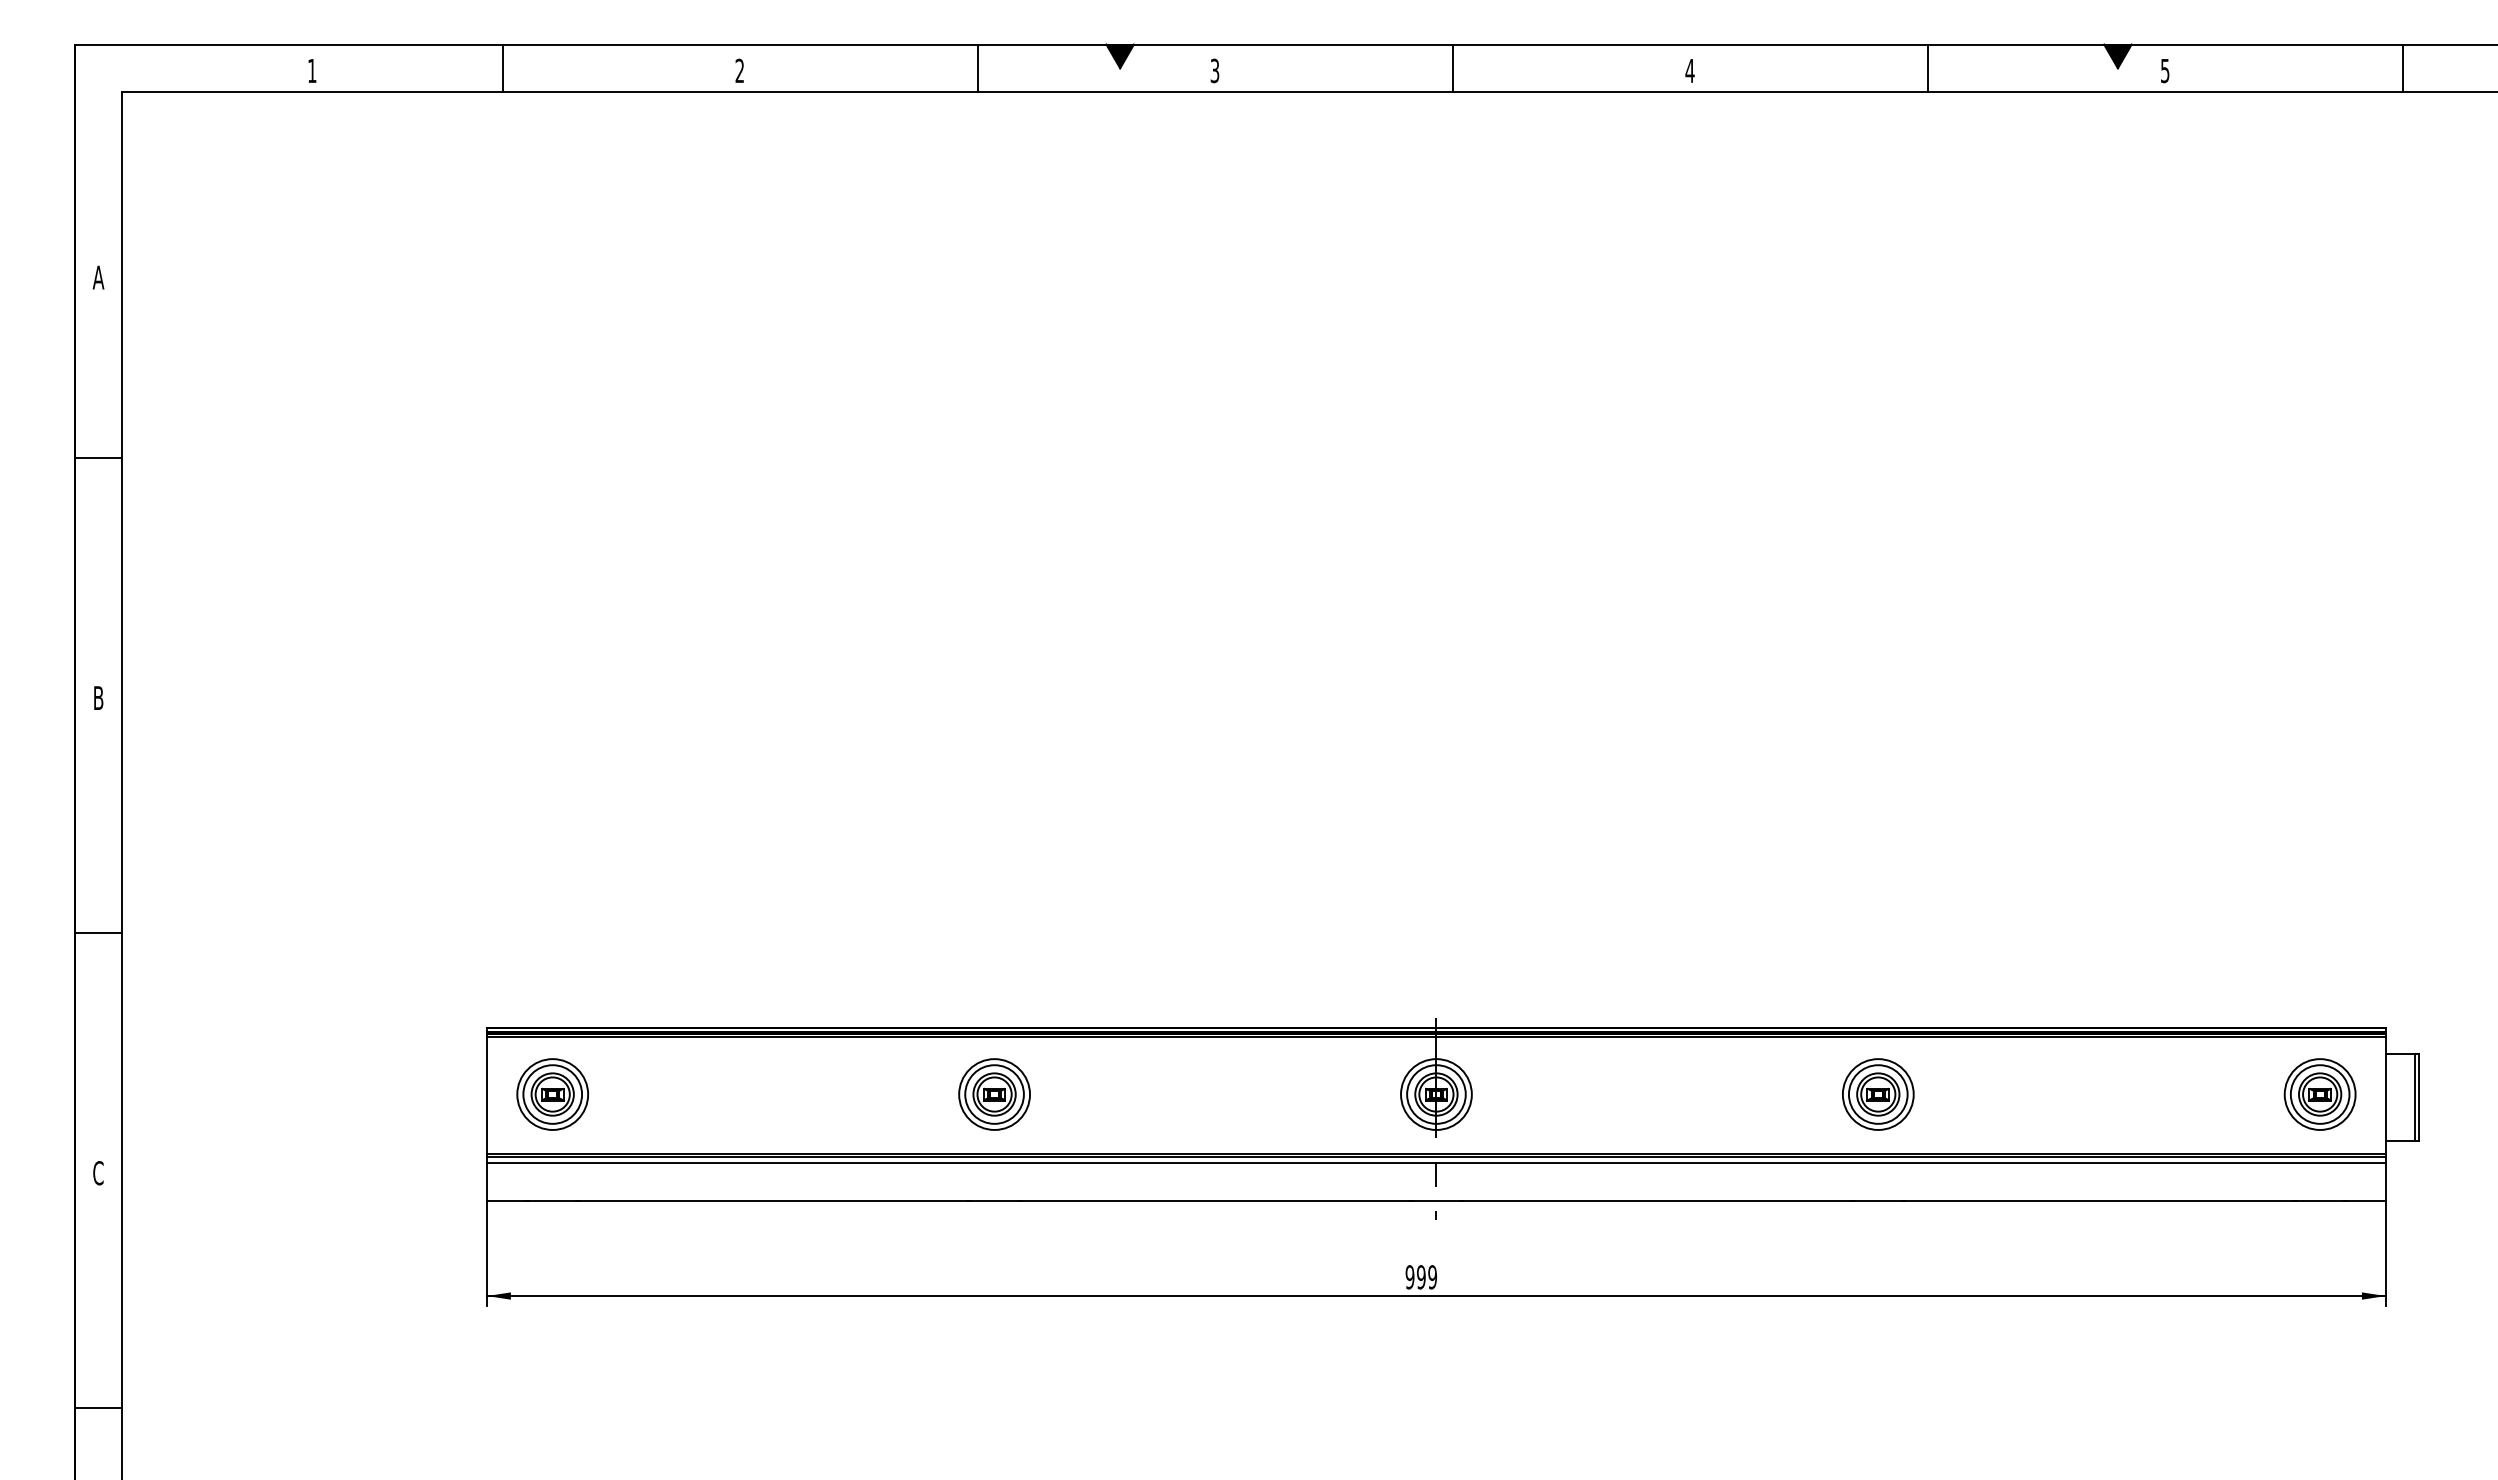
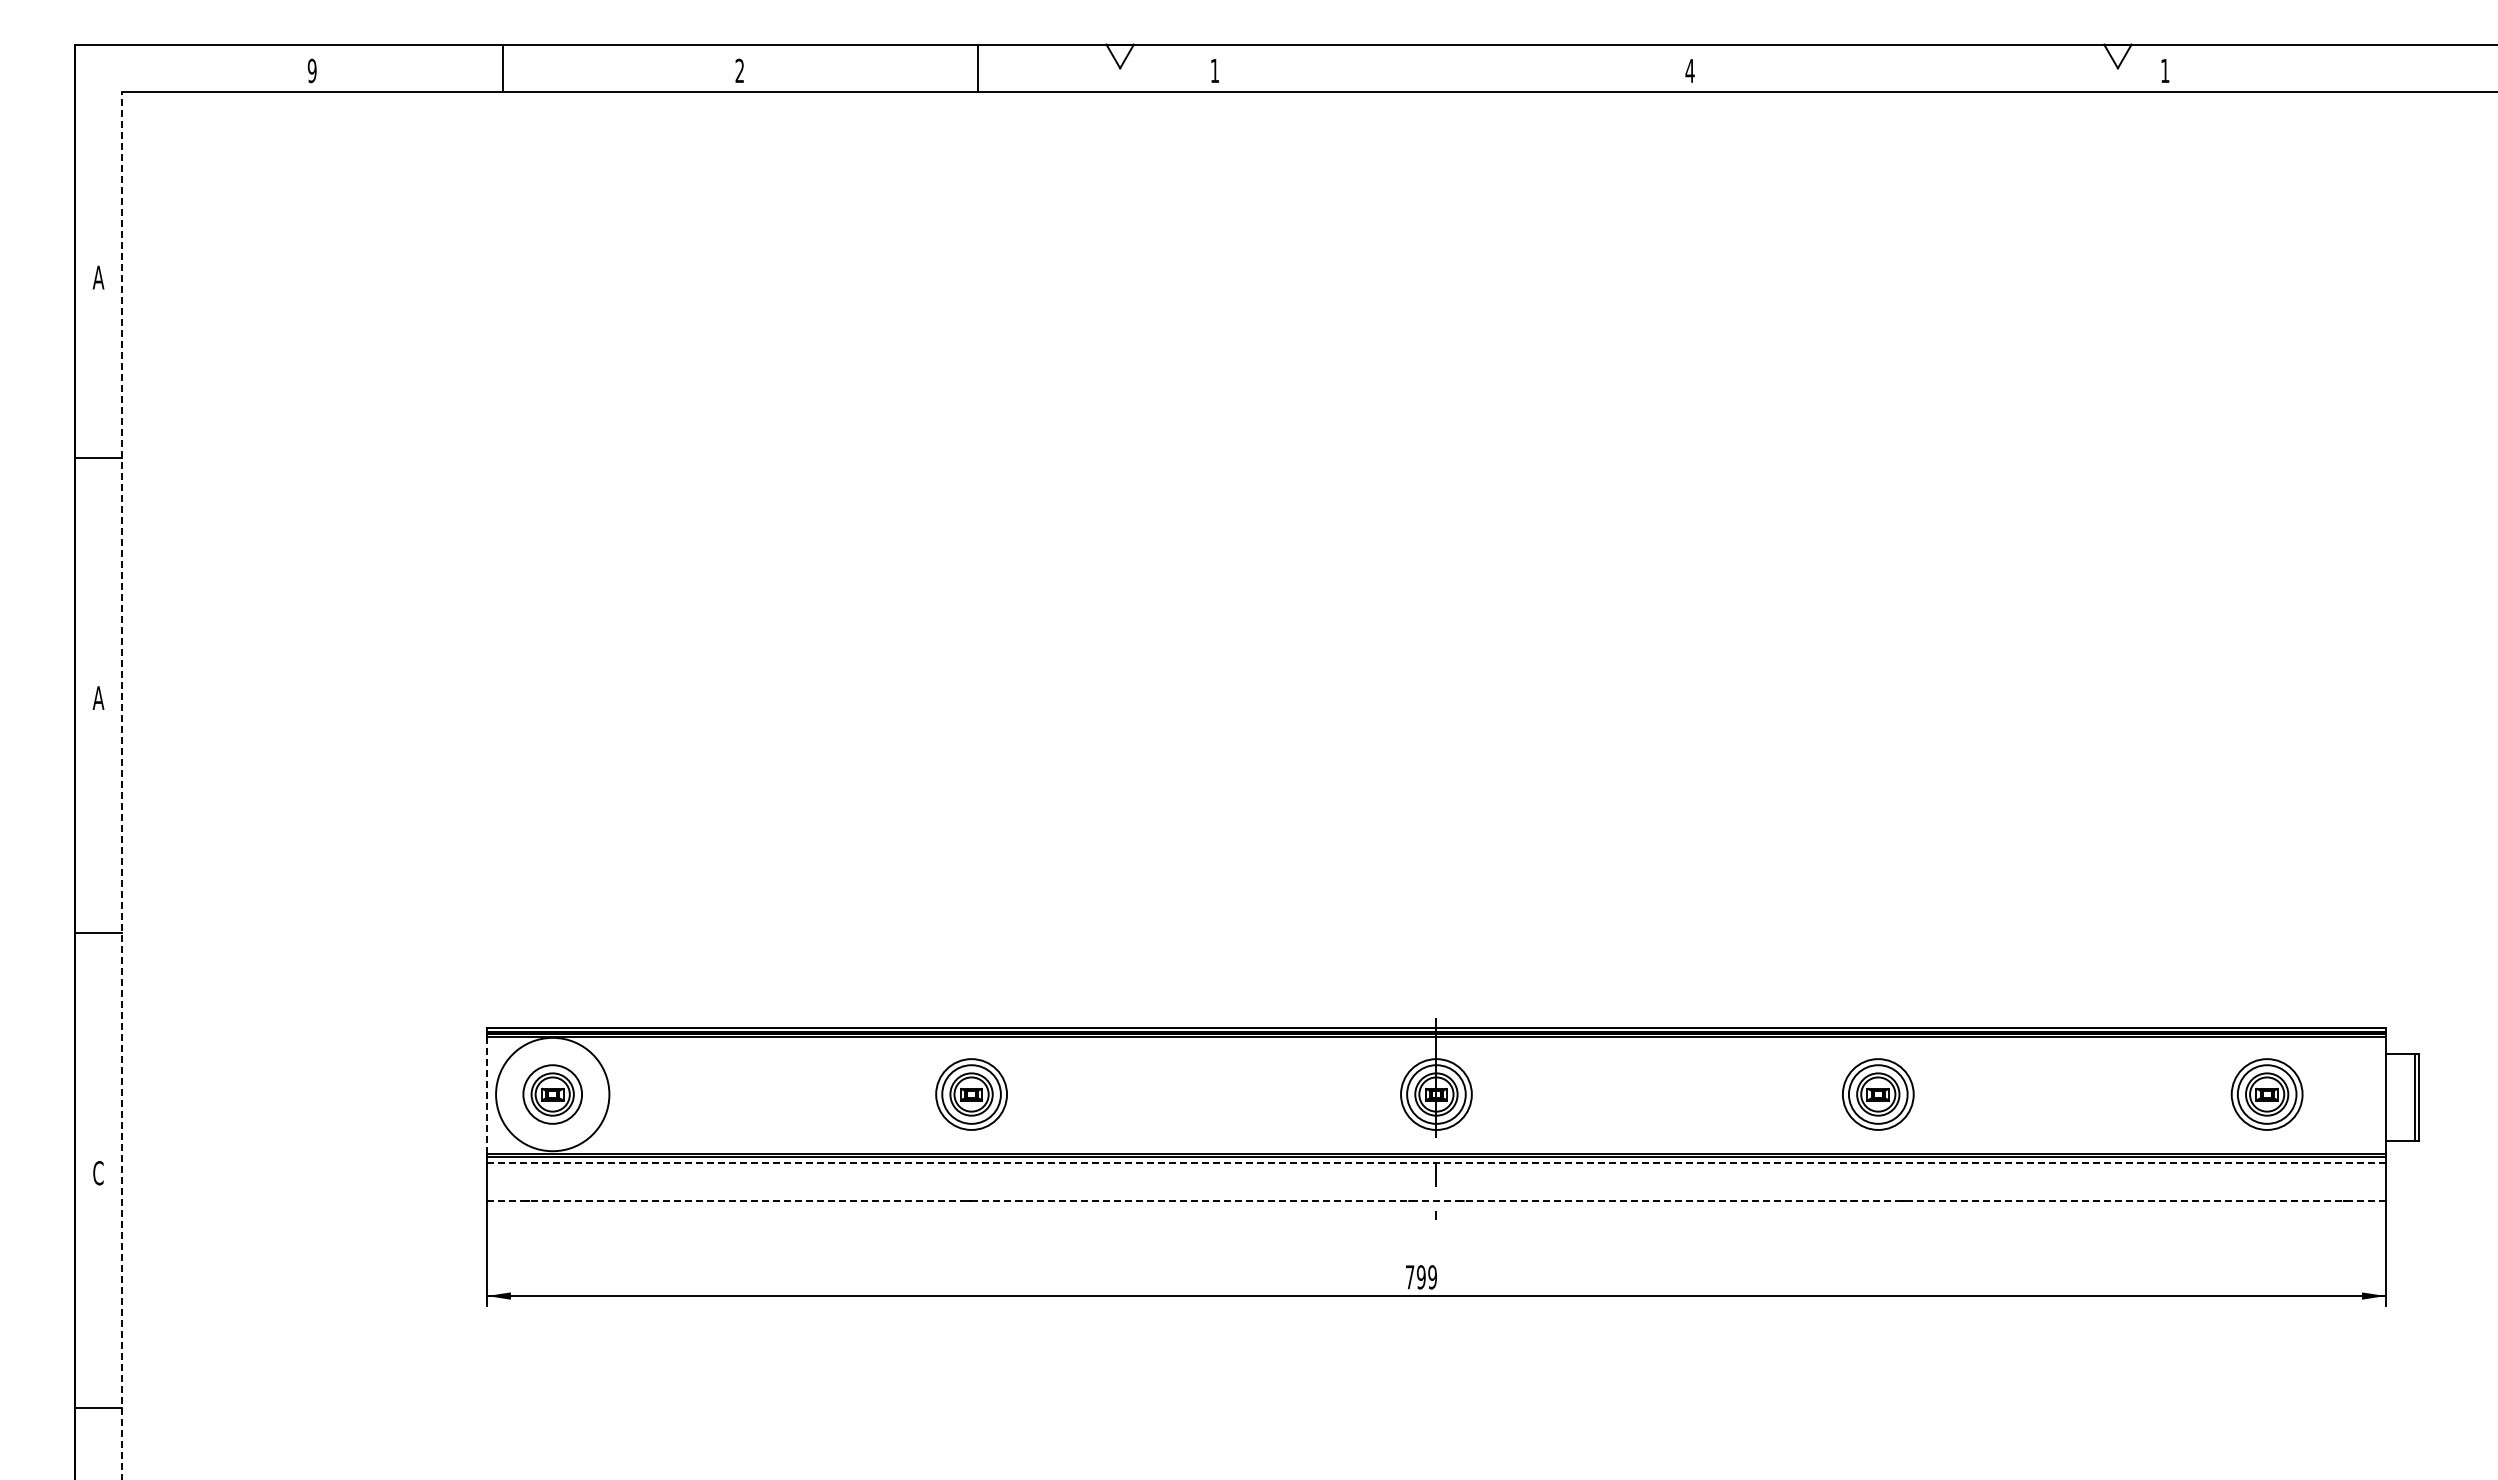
fill at (1119, 56): present -> none
fill at (2117, 56): present -> none
line at (1452, 68): present -> none
line at (1927, 68): present -> none
line at (2402, 68): present -> none
text at (311, 70): 1 -> 9
text at (1214, 70): 3 -> 1
text at (2165, 71): 5 -> 1
text at (98, 697): B -> A
line at (122, 785): solid -> dashed
circle at (552, 1094) diameter: 71 px -> 113 px
part at (994, 1094) position: (994, 1094) -> (971, 1094)
part at (2319, 1094) position: (2319, 1094) -> (2266, 1094)
line at (487, 1095): solid -> dashed
line at (1435, 1162): solid -> dashed
line at (1435, 1200): solid -> dashed
text at (1409, 1277): 999 -> 799
